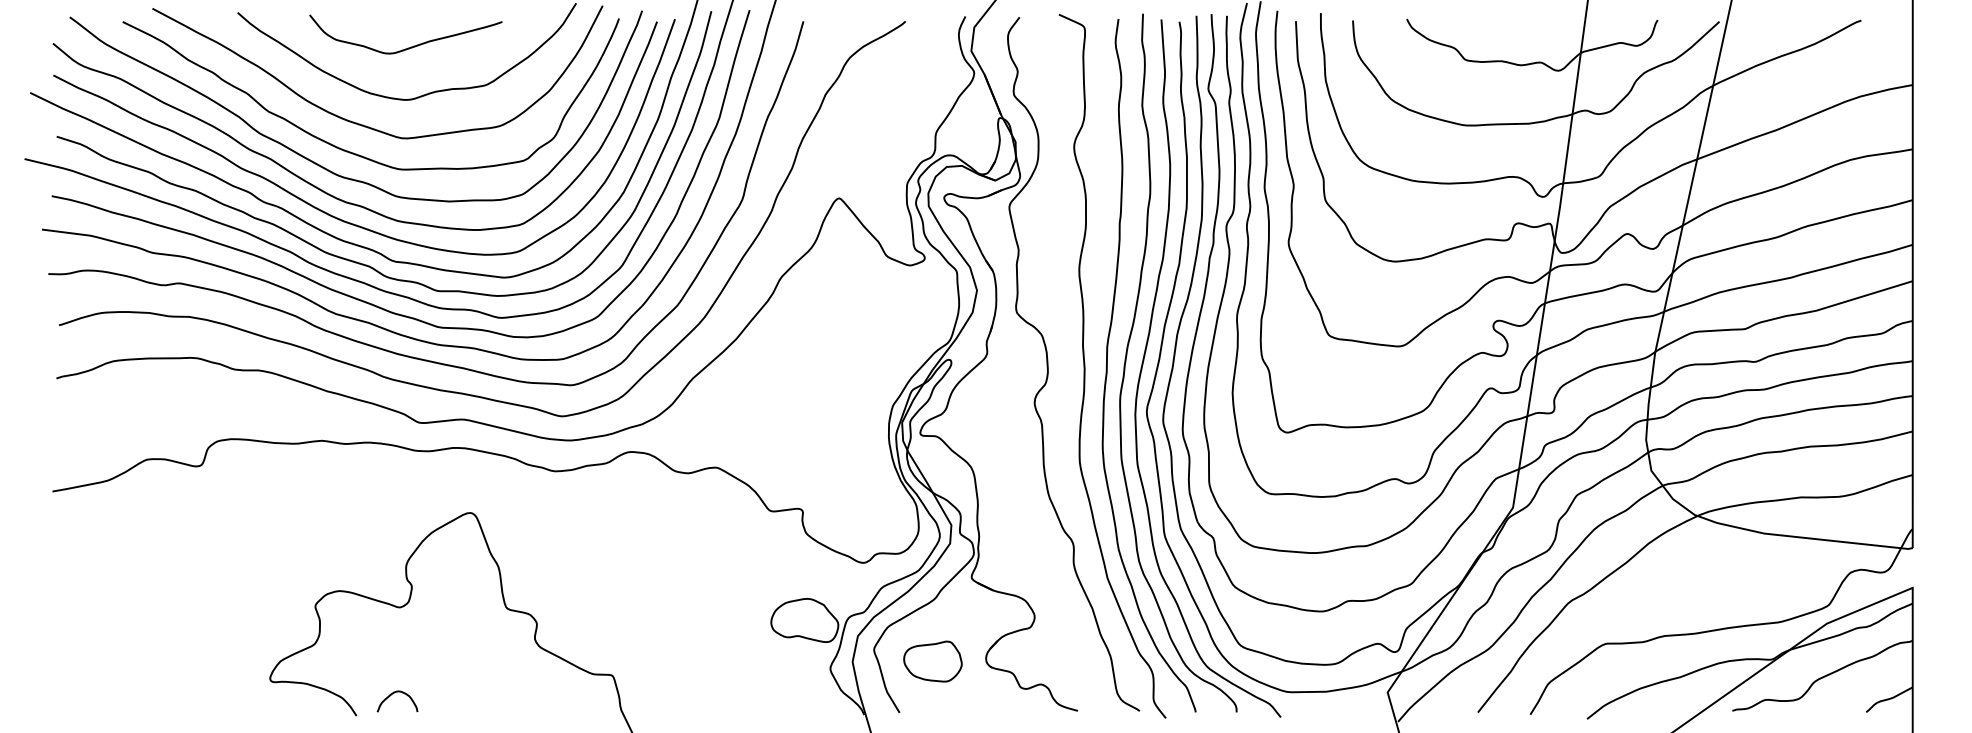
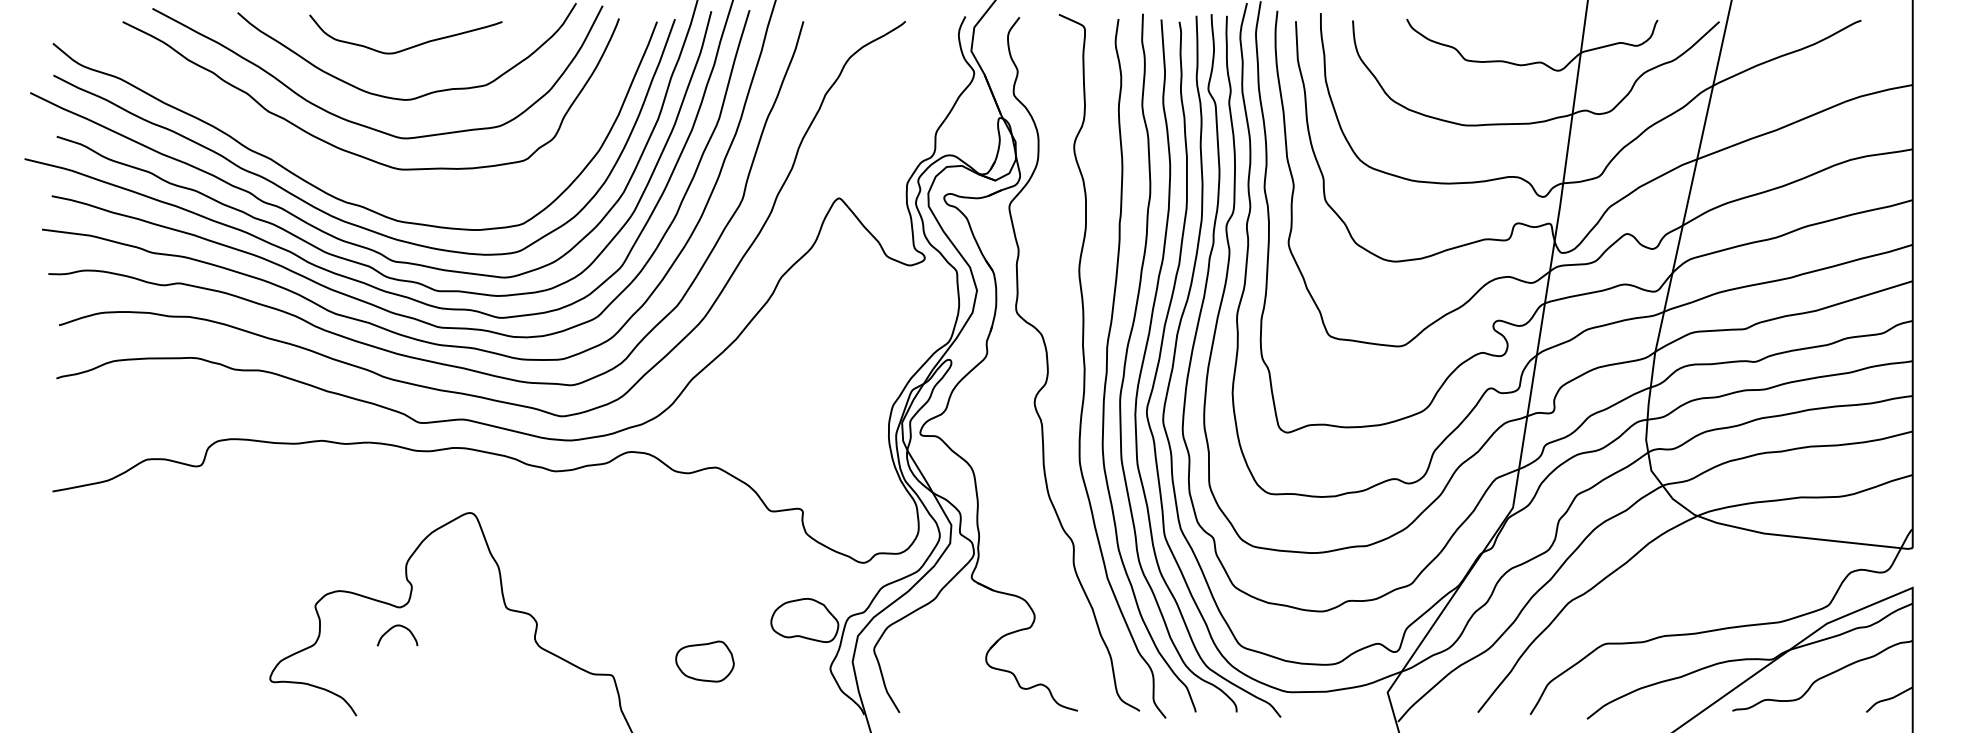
curve at (325, 167): present -> none
part at (932, 661) position: (932, 661) -> (704, 661)
curve at (393, 694) position: (393, 694) -> (393, 628)
